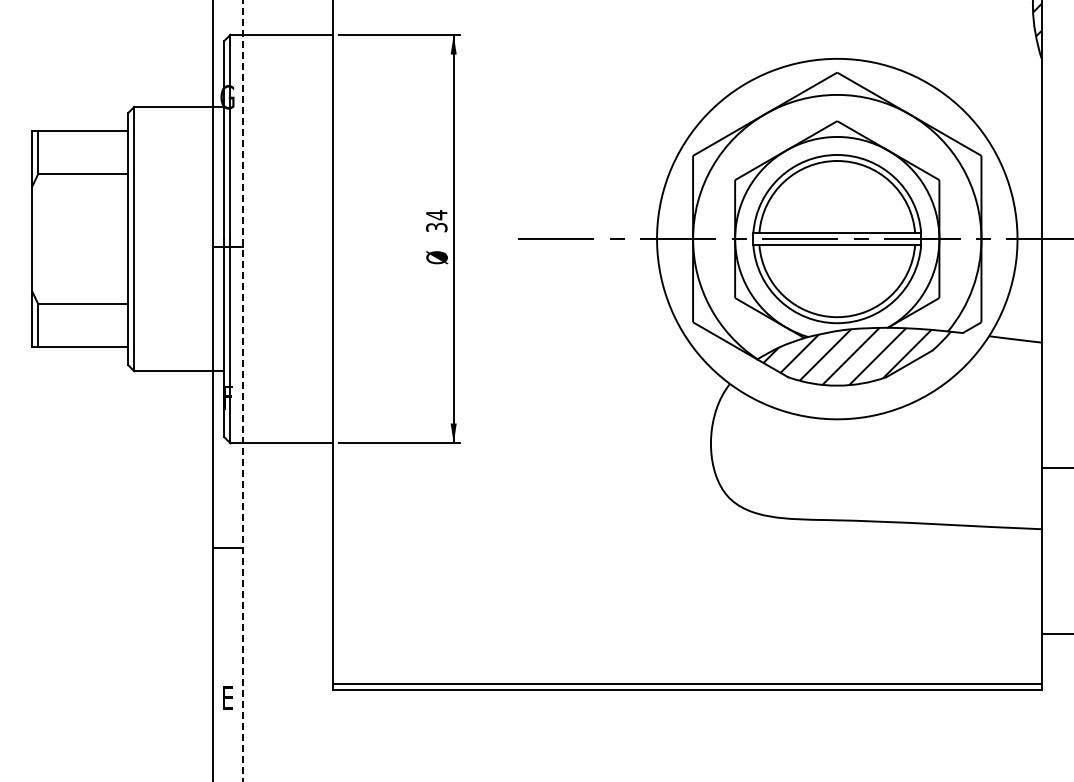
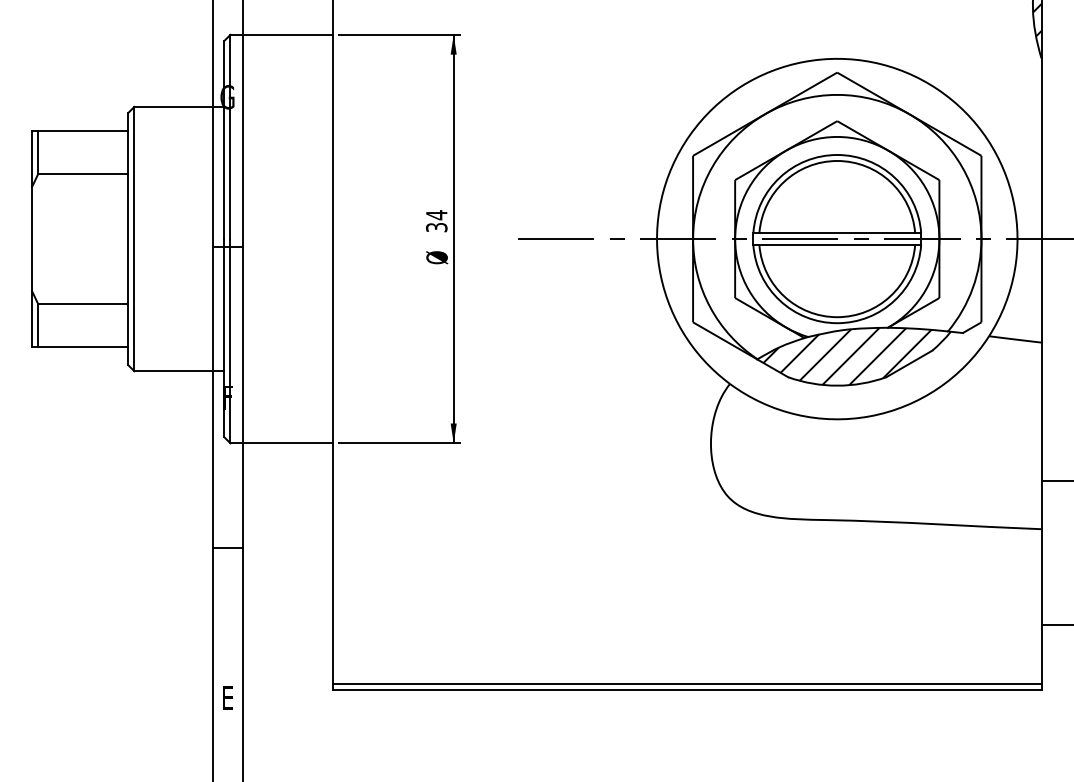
line at (242, 390): dashed -> solid
line at (1055, 468) position: (1055, 468) -> (1055, 481)
line at (1055, 634) position: (1055, 634) -> (1055, 625)
